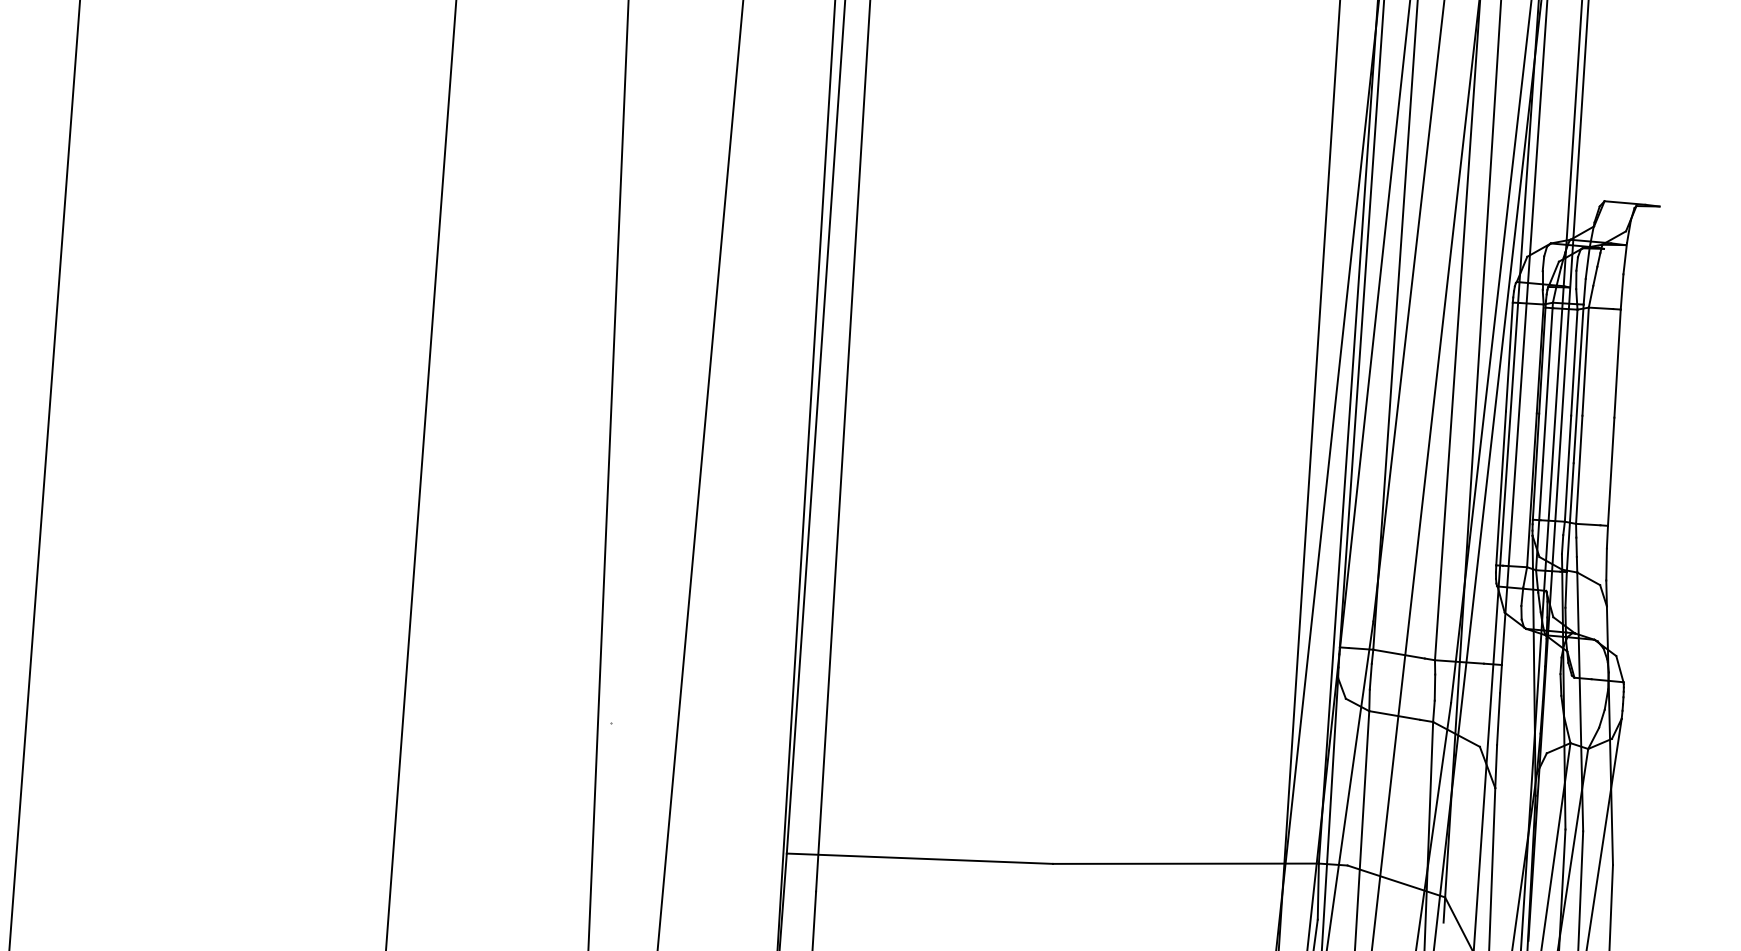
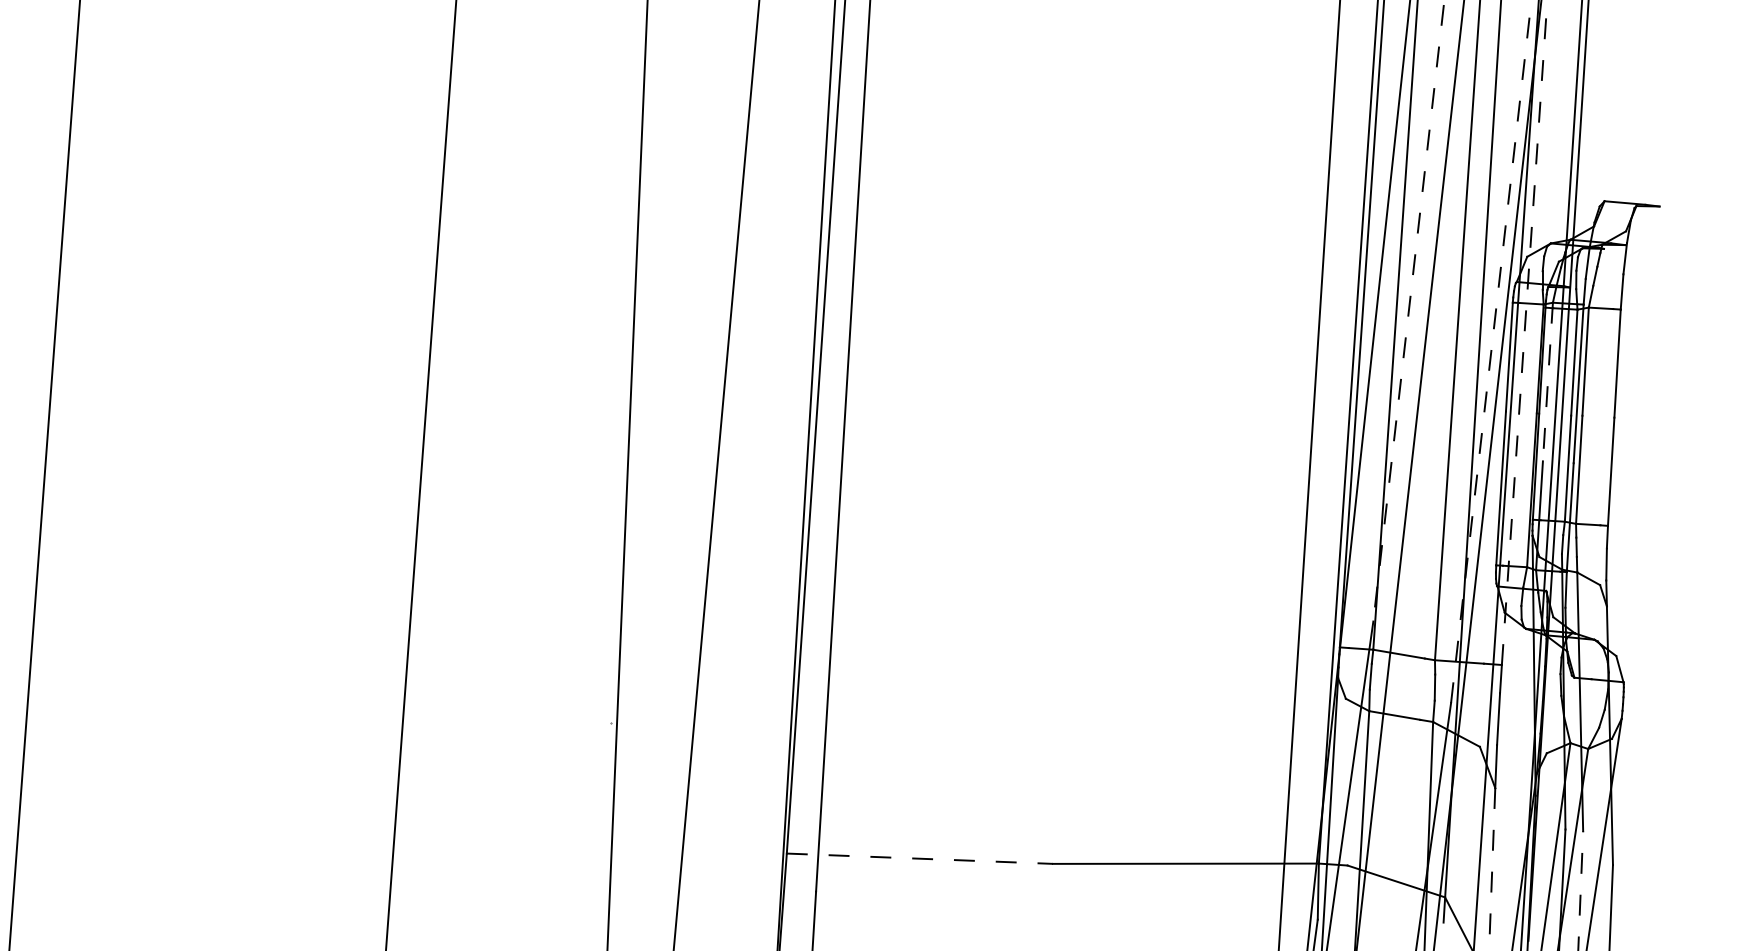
line at (1408, 311): solid -> dashed
line at (1524, 332): solid -> dashed
line at (1491, 351): solid -> dashed
line at (1547, 382): solid -> dashed
line at (608, 474) position: (608, 474) -> (627, 474)
line at (700, 474) position: (700, 474) -> (716, 474)
line at (1327, 474): present -> none
line at (1425, 474) position: (1425, 474) -> (1410, 474)
line at (920, 858): solid -> dashed
line at (1492, 869): solid -> dashed
line at (1580, 890): solid -> dashed
